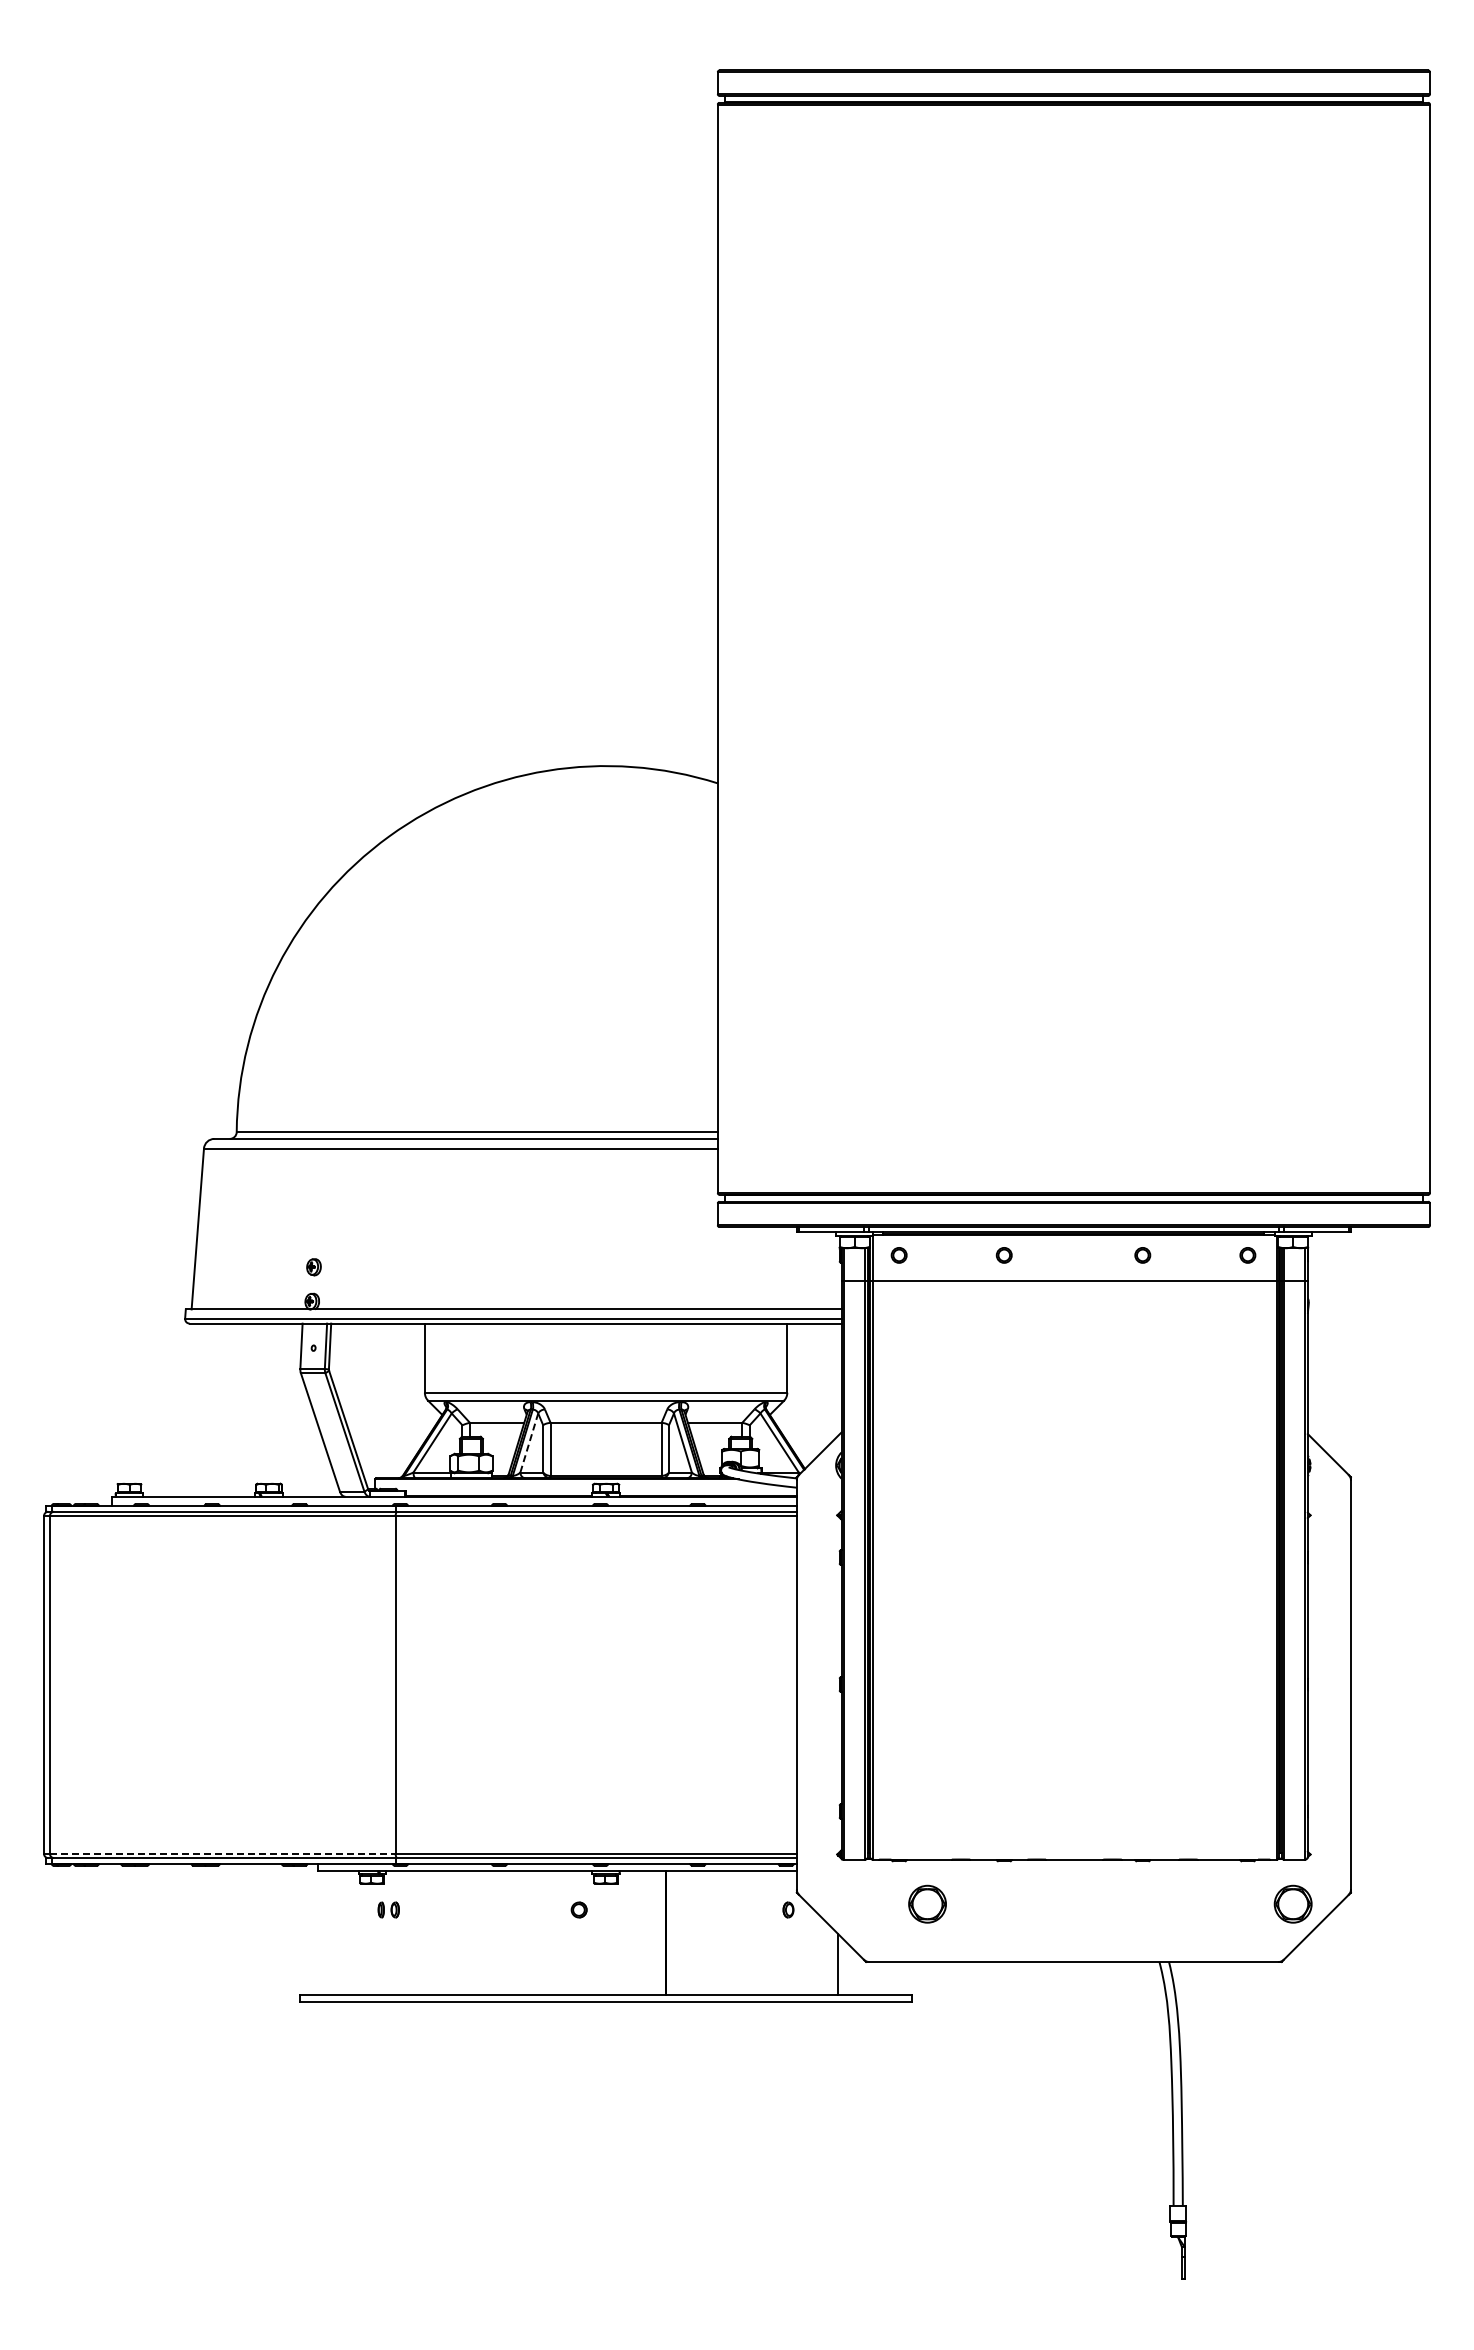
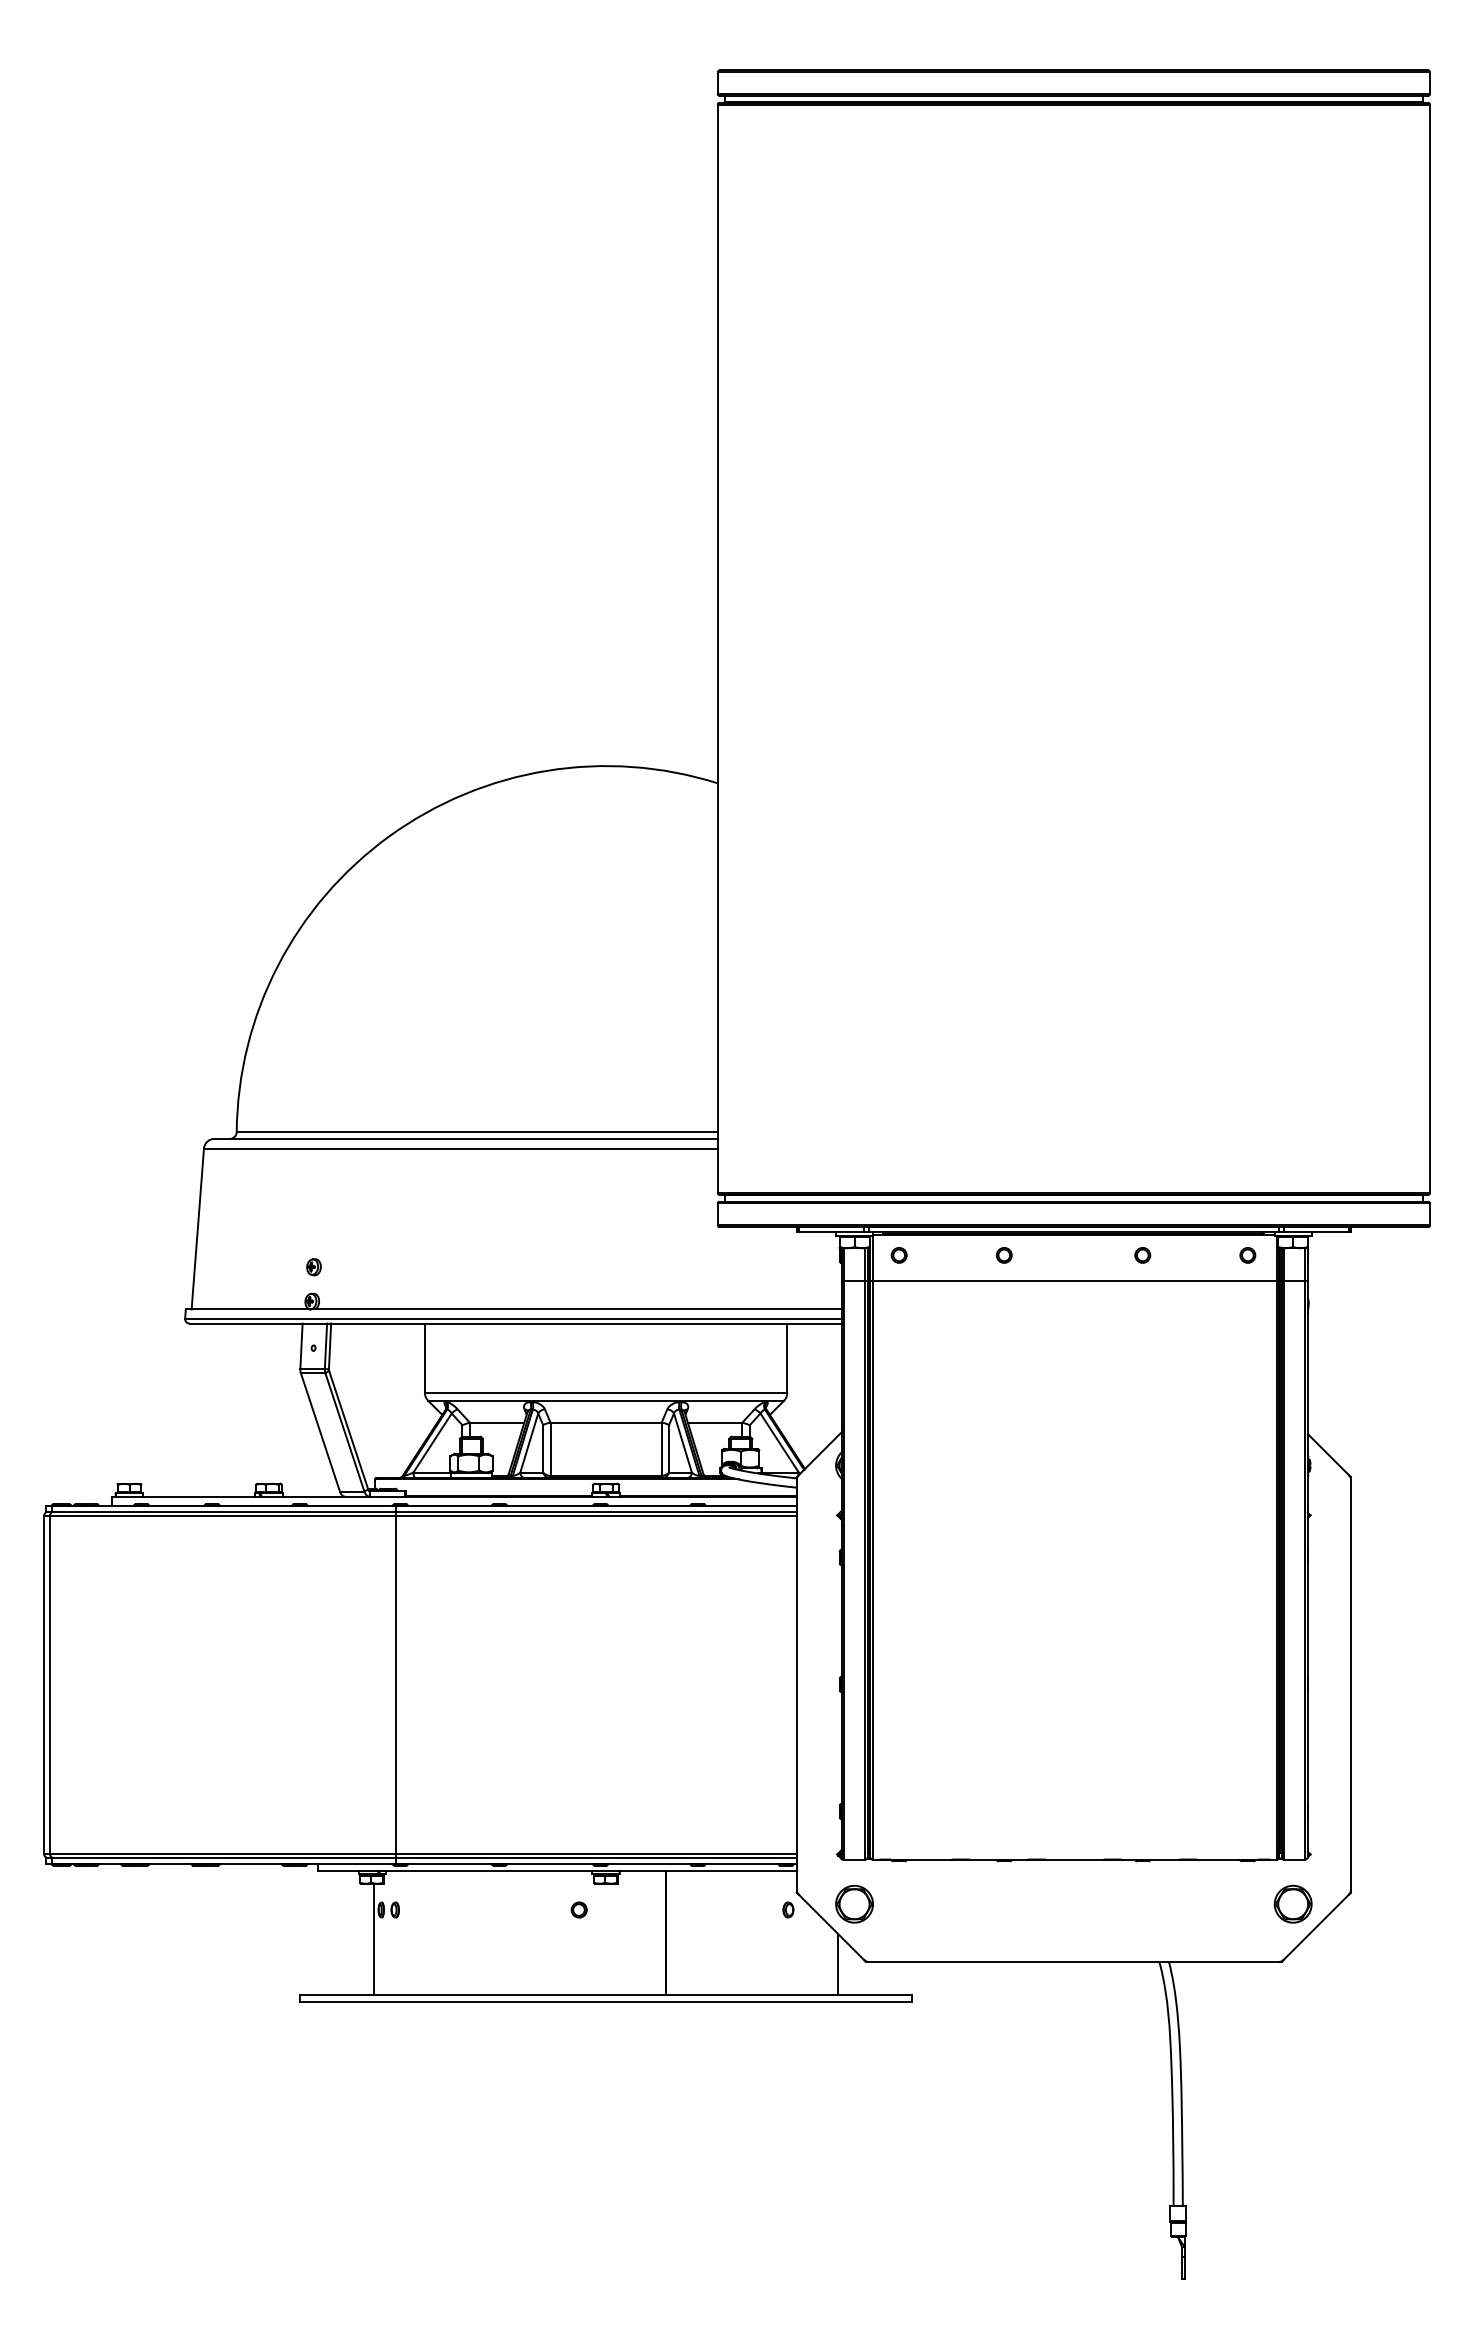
line at (529, 1443): dashed -> solid
line at (222, 1853): dashed -> solid
part at (927, 1903) position: (927, 1903) -> (854, 1903)
line at (374, 1939): none -> present
